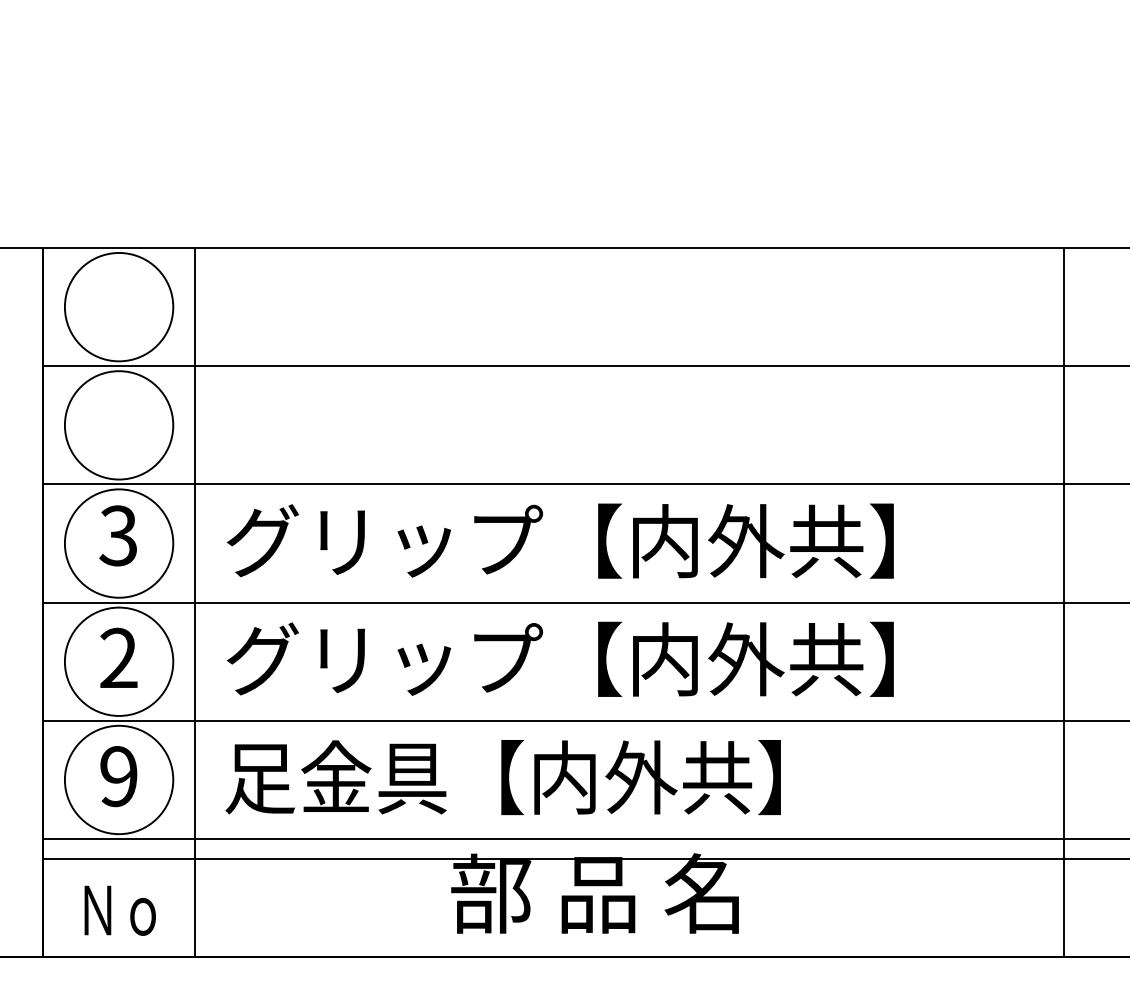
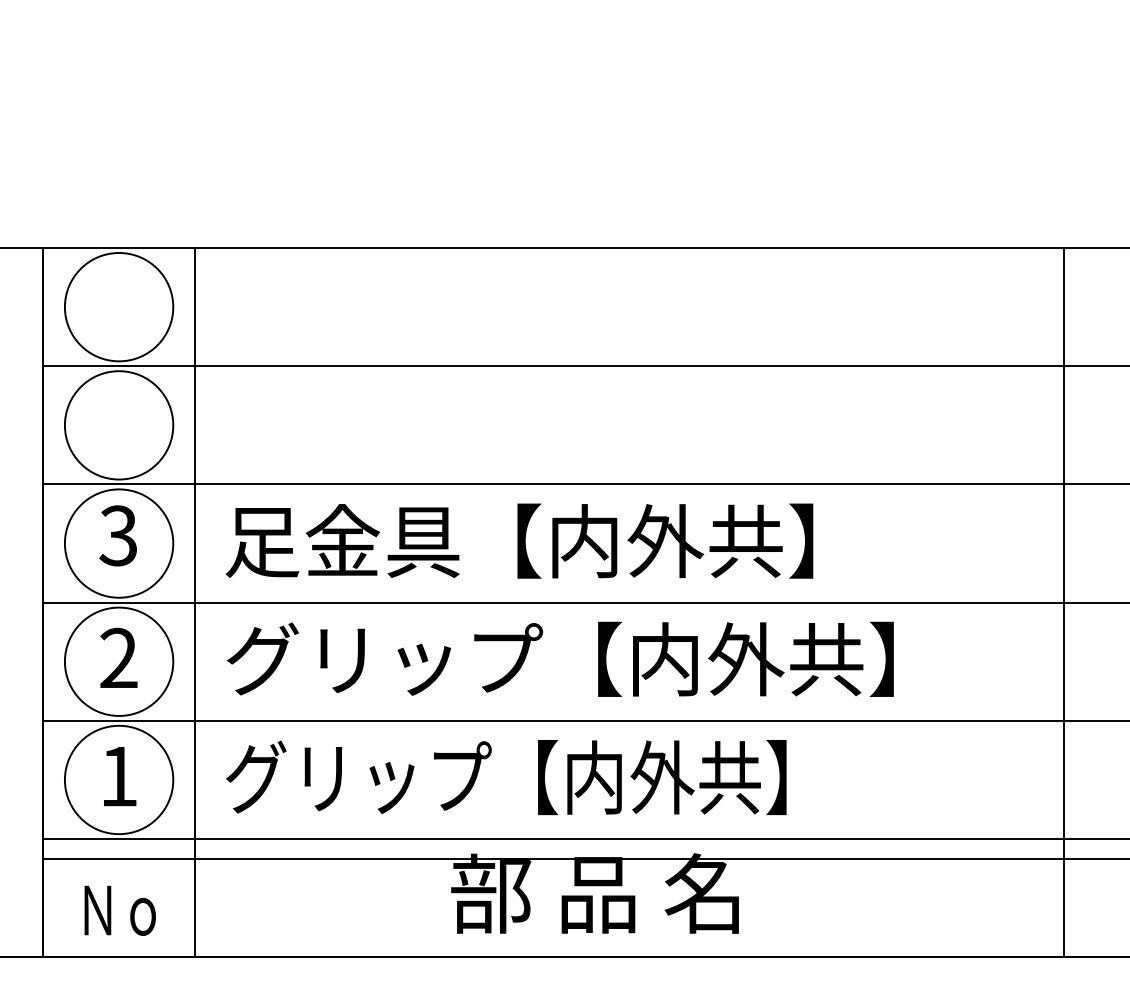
text at (559, 540): グリップ【内外共】 -> 足金具【内外共】
text at (118, 776): 9 -> 1
text at (505, 777): 足金具【内外共】 -> グリップ【内外共】
